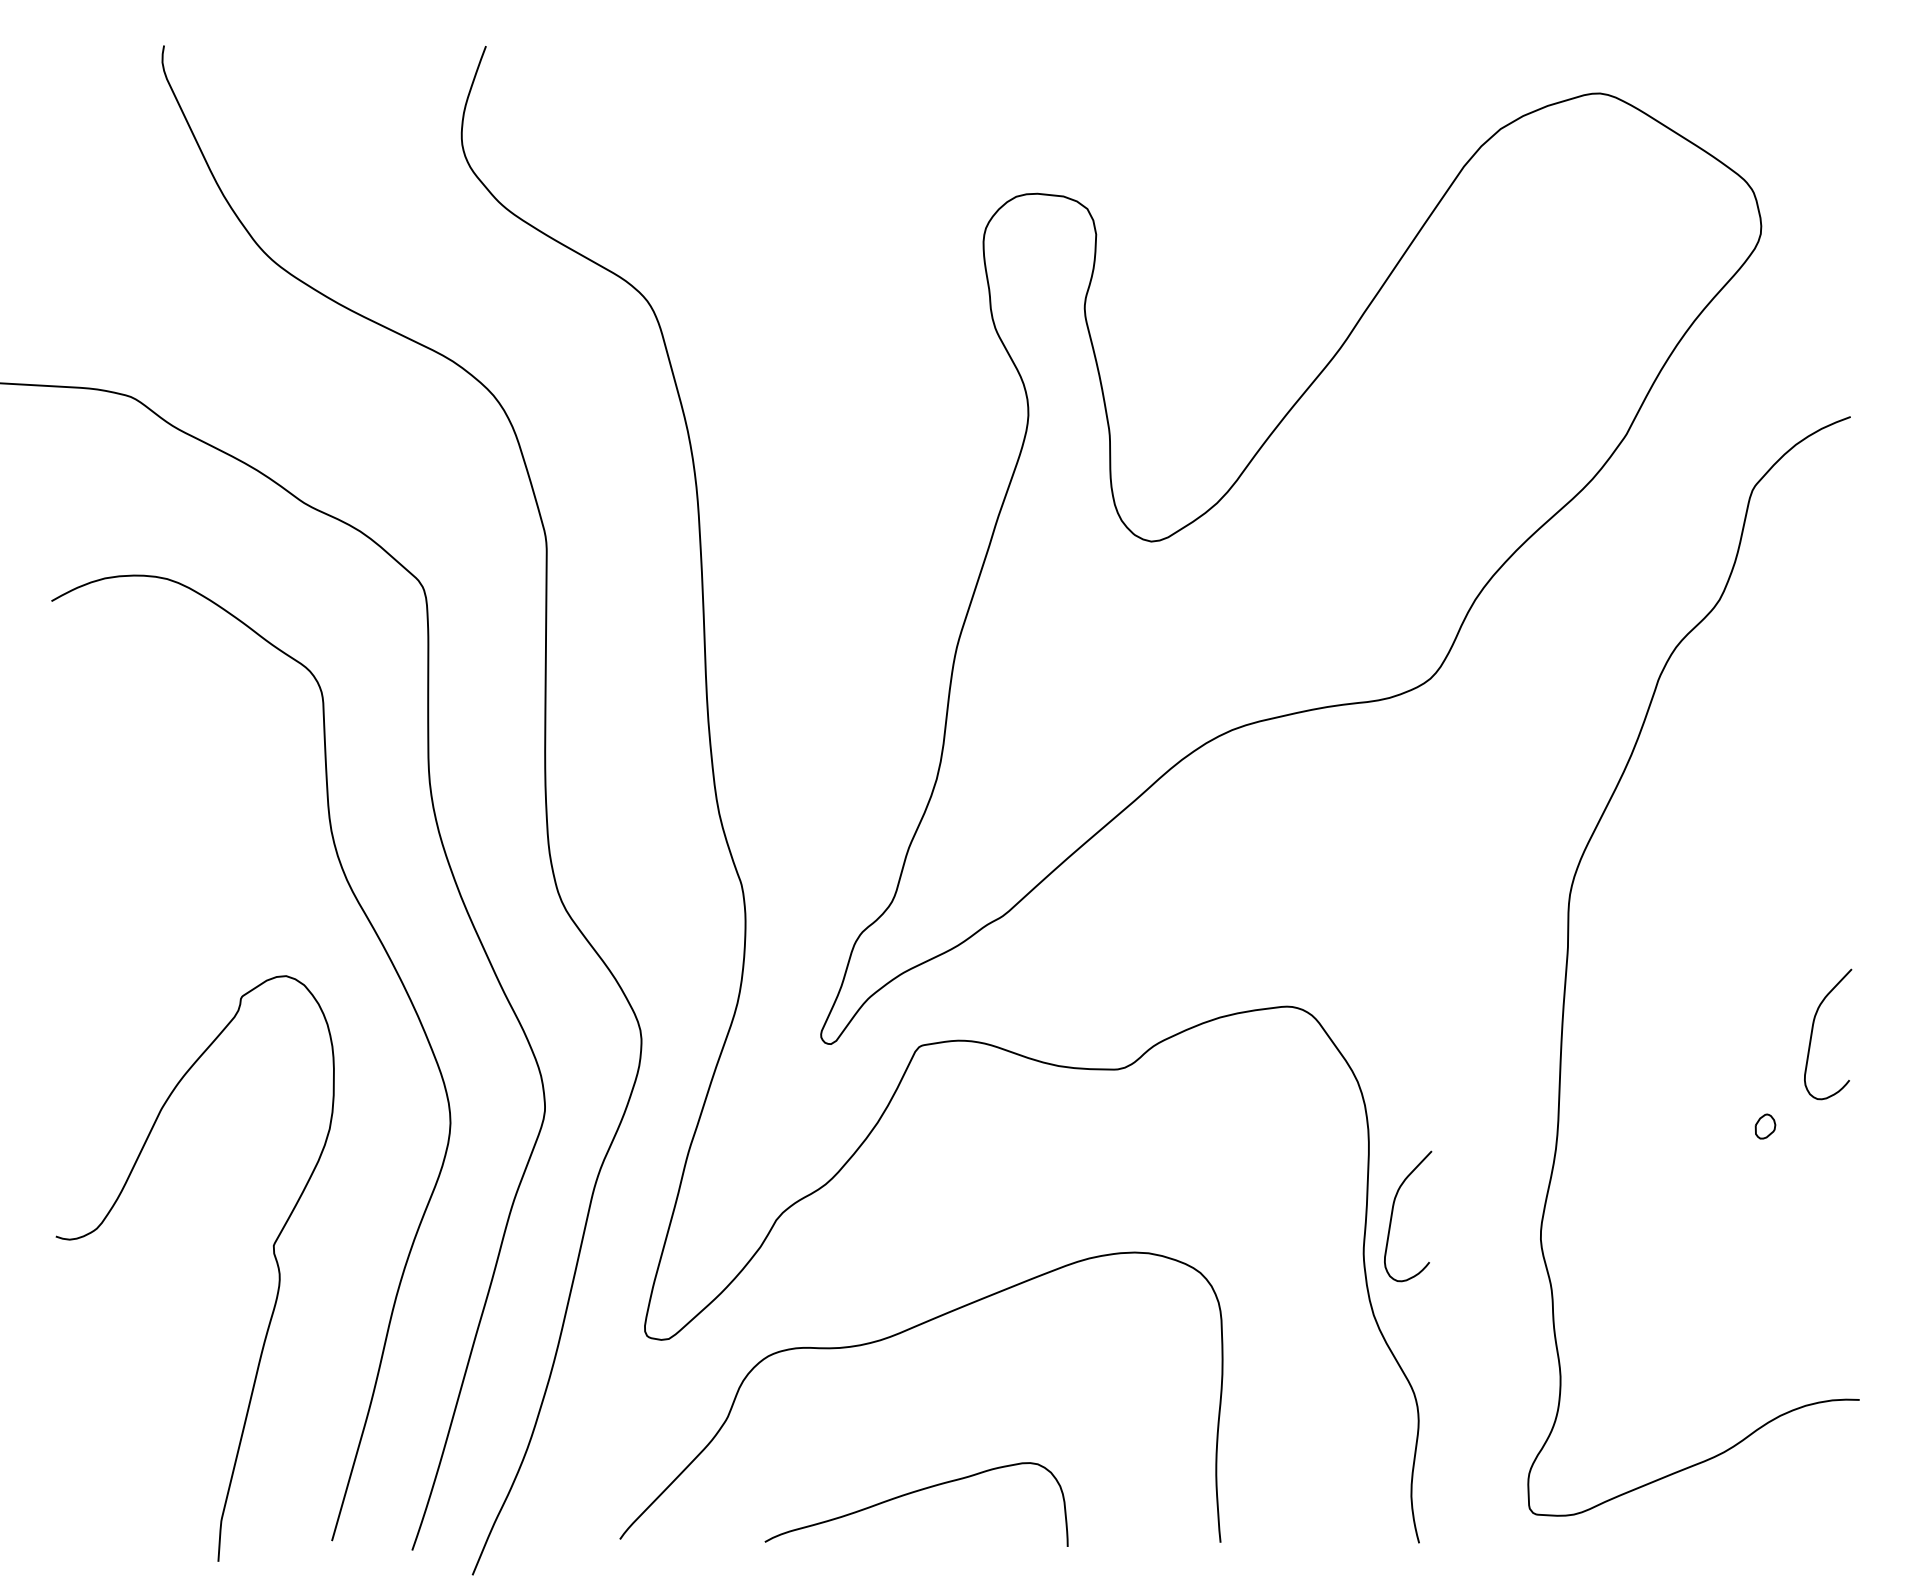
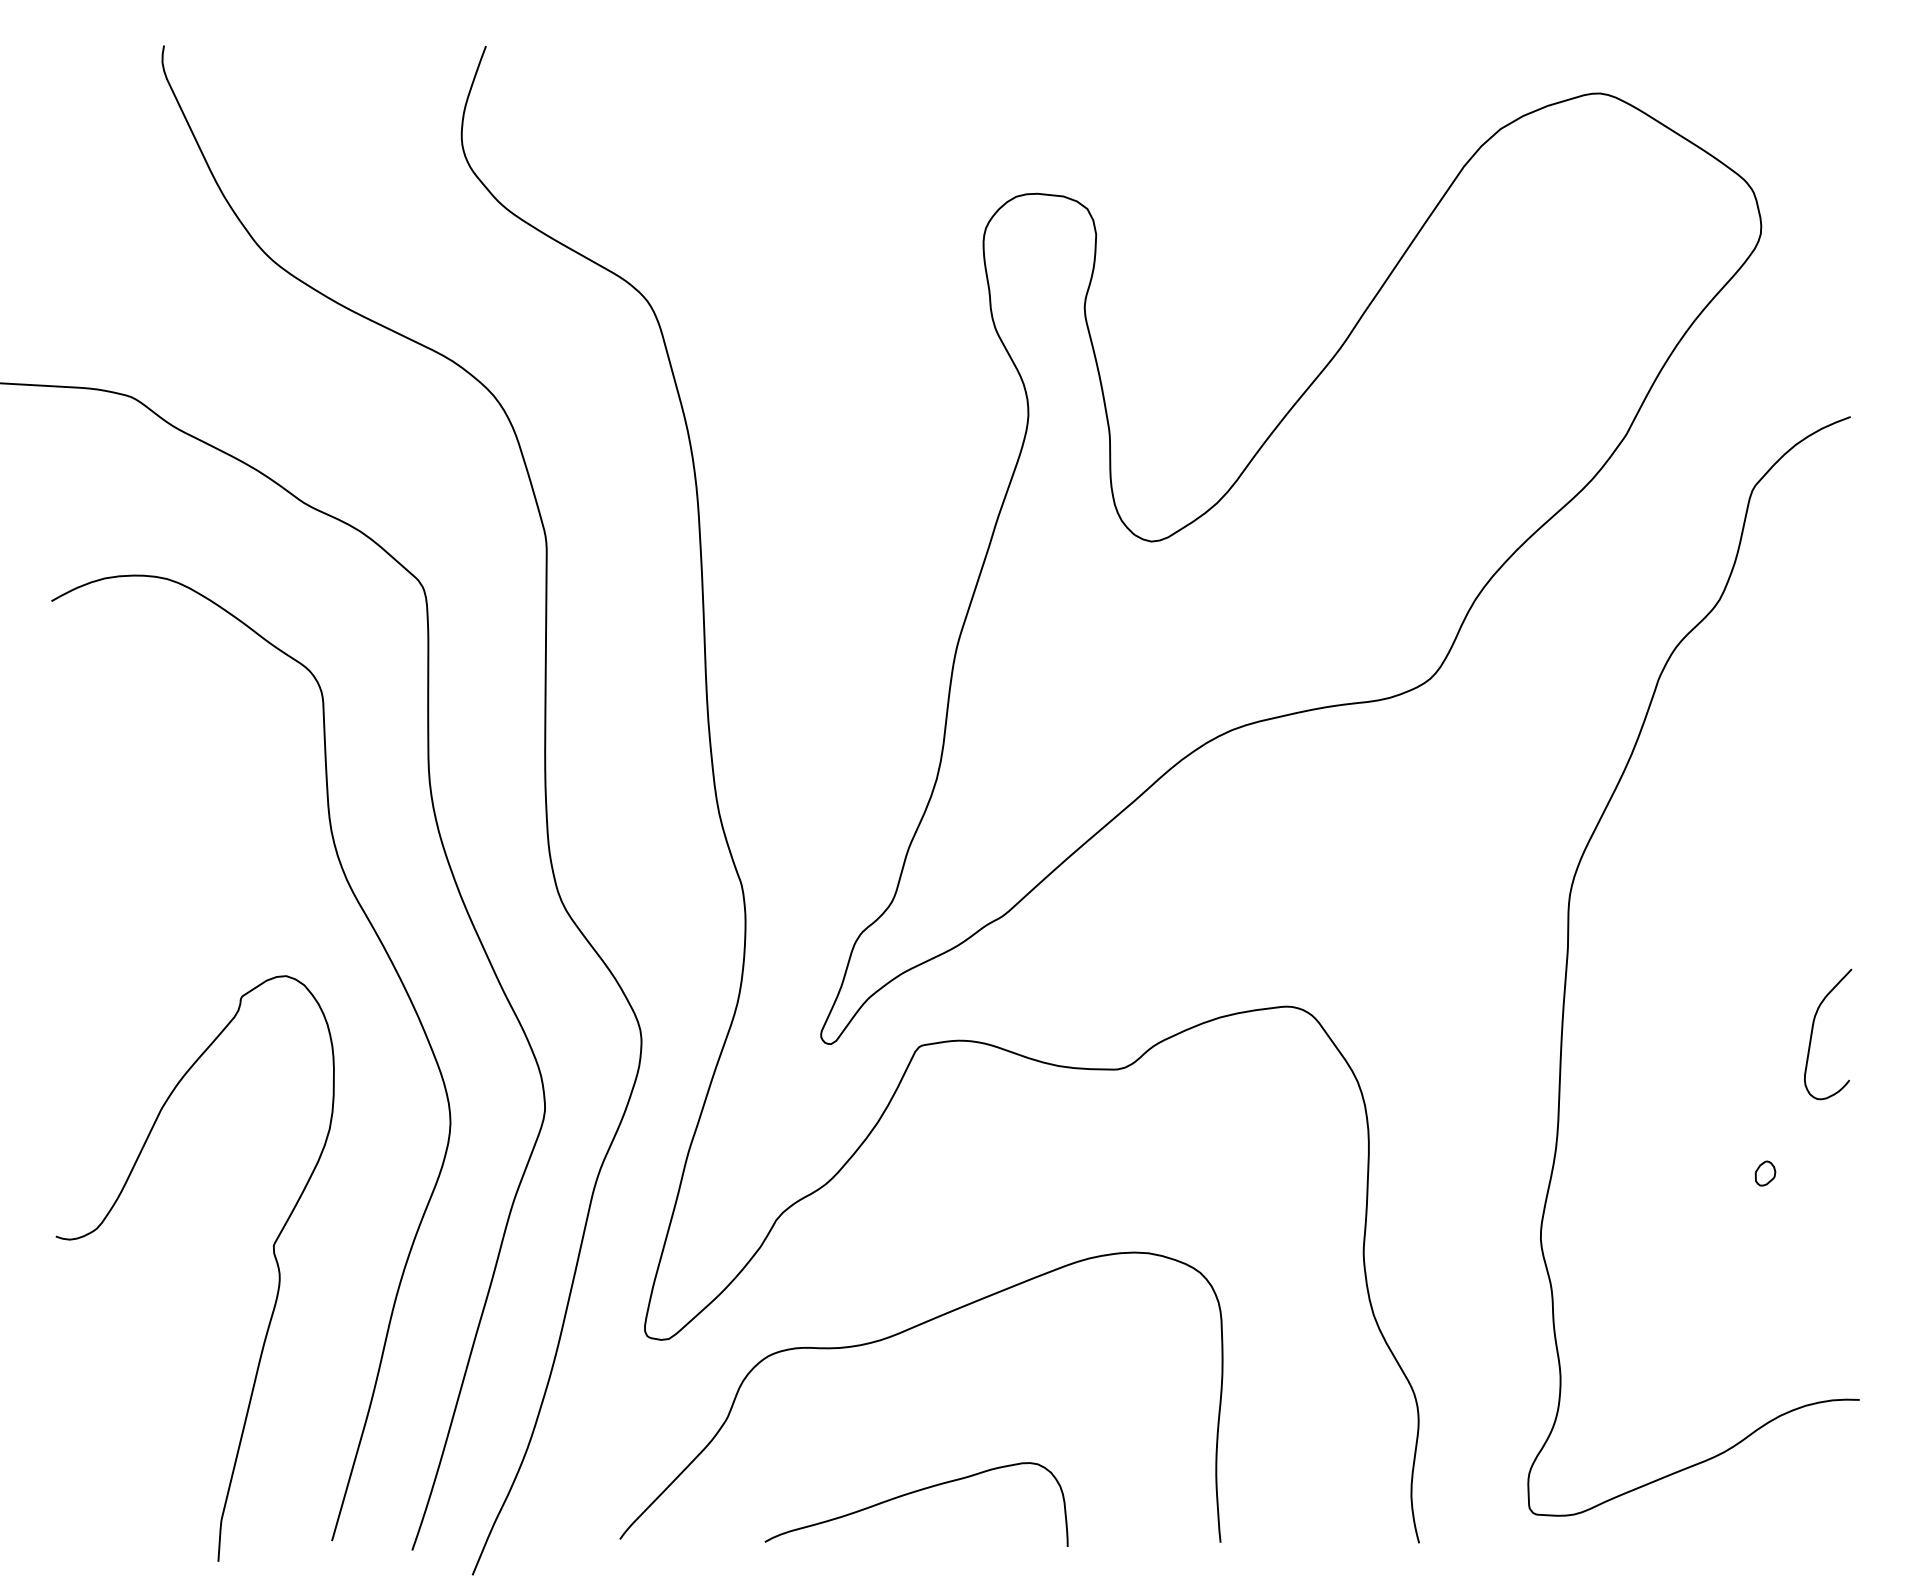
part at (1765, 1126) position: (1765, 1126) -> (1765, 1173)
curve at (1393, 1211): present -> none
